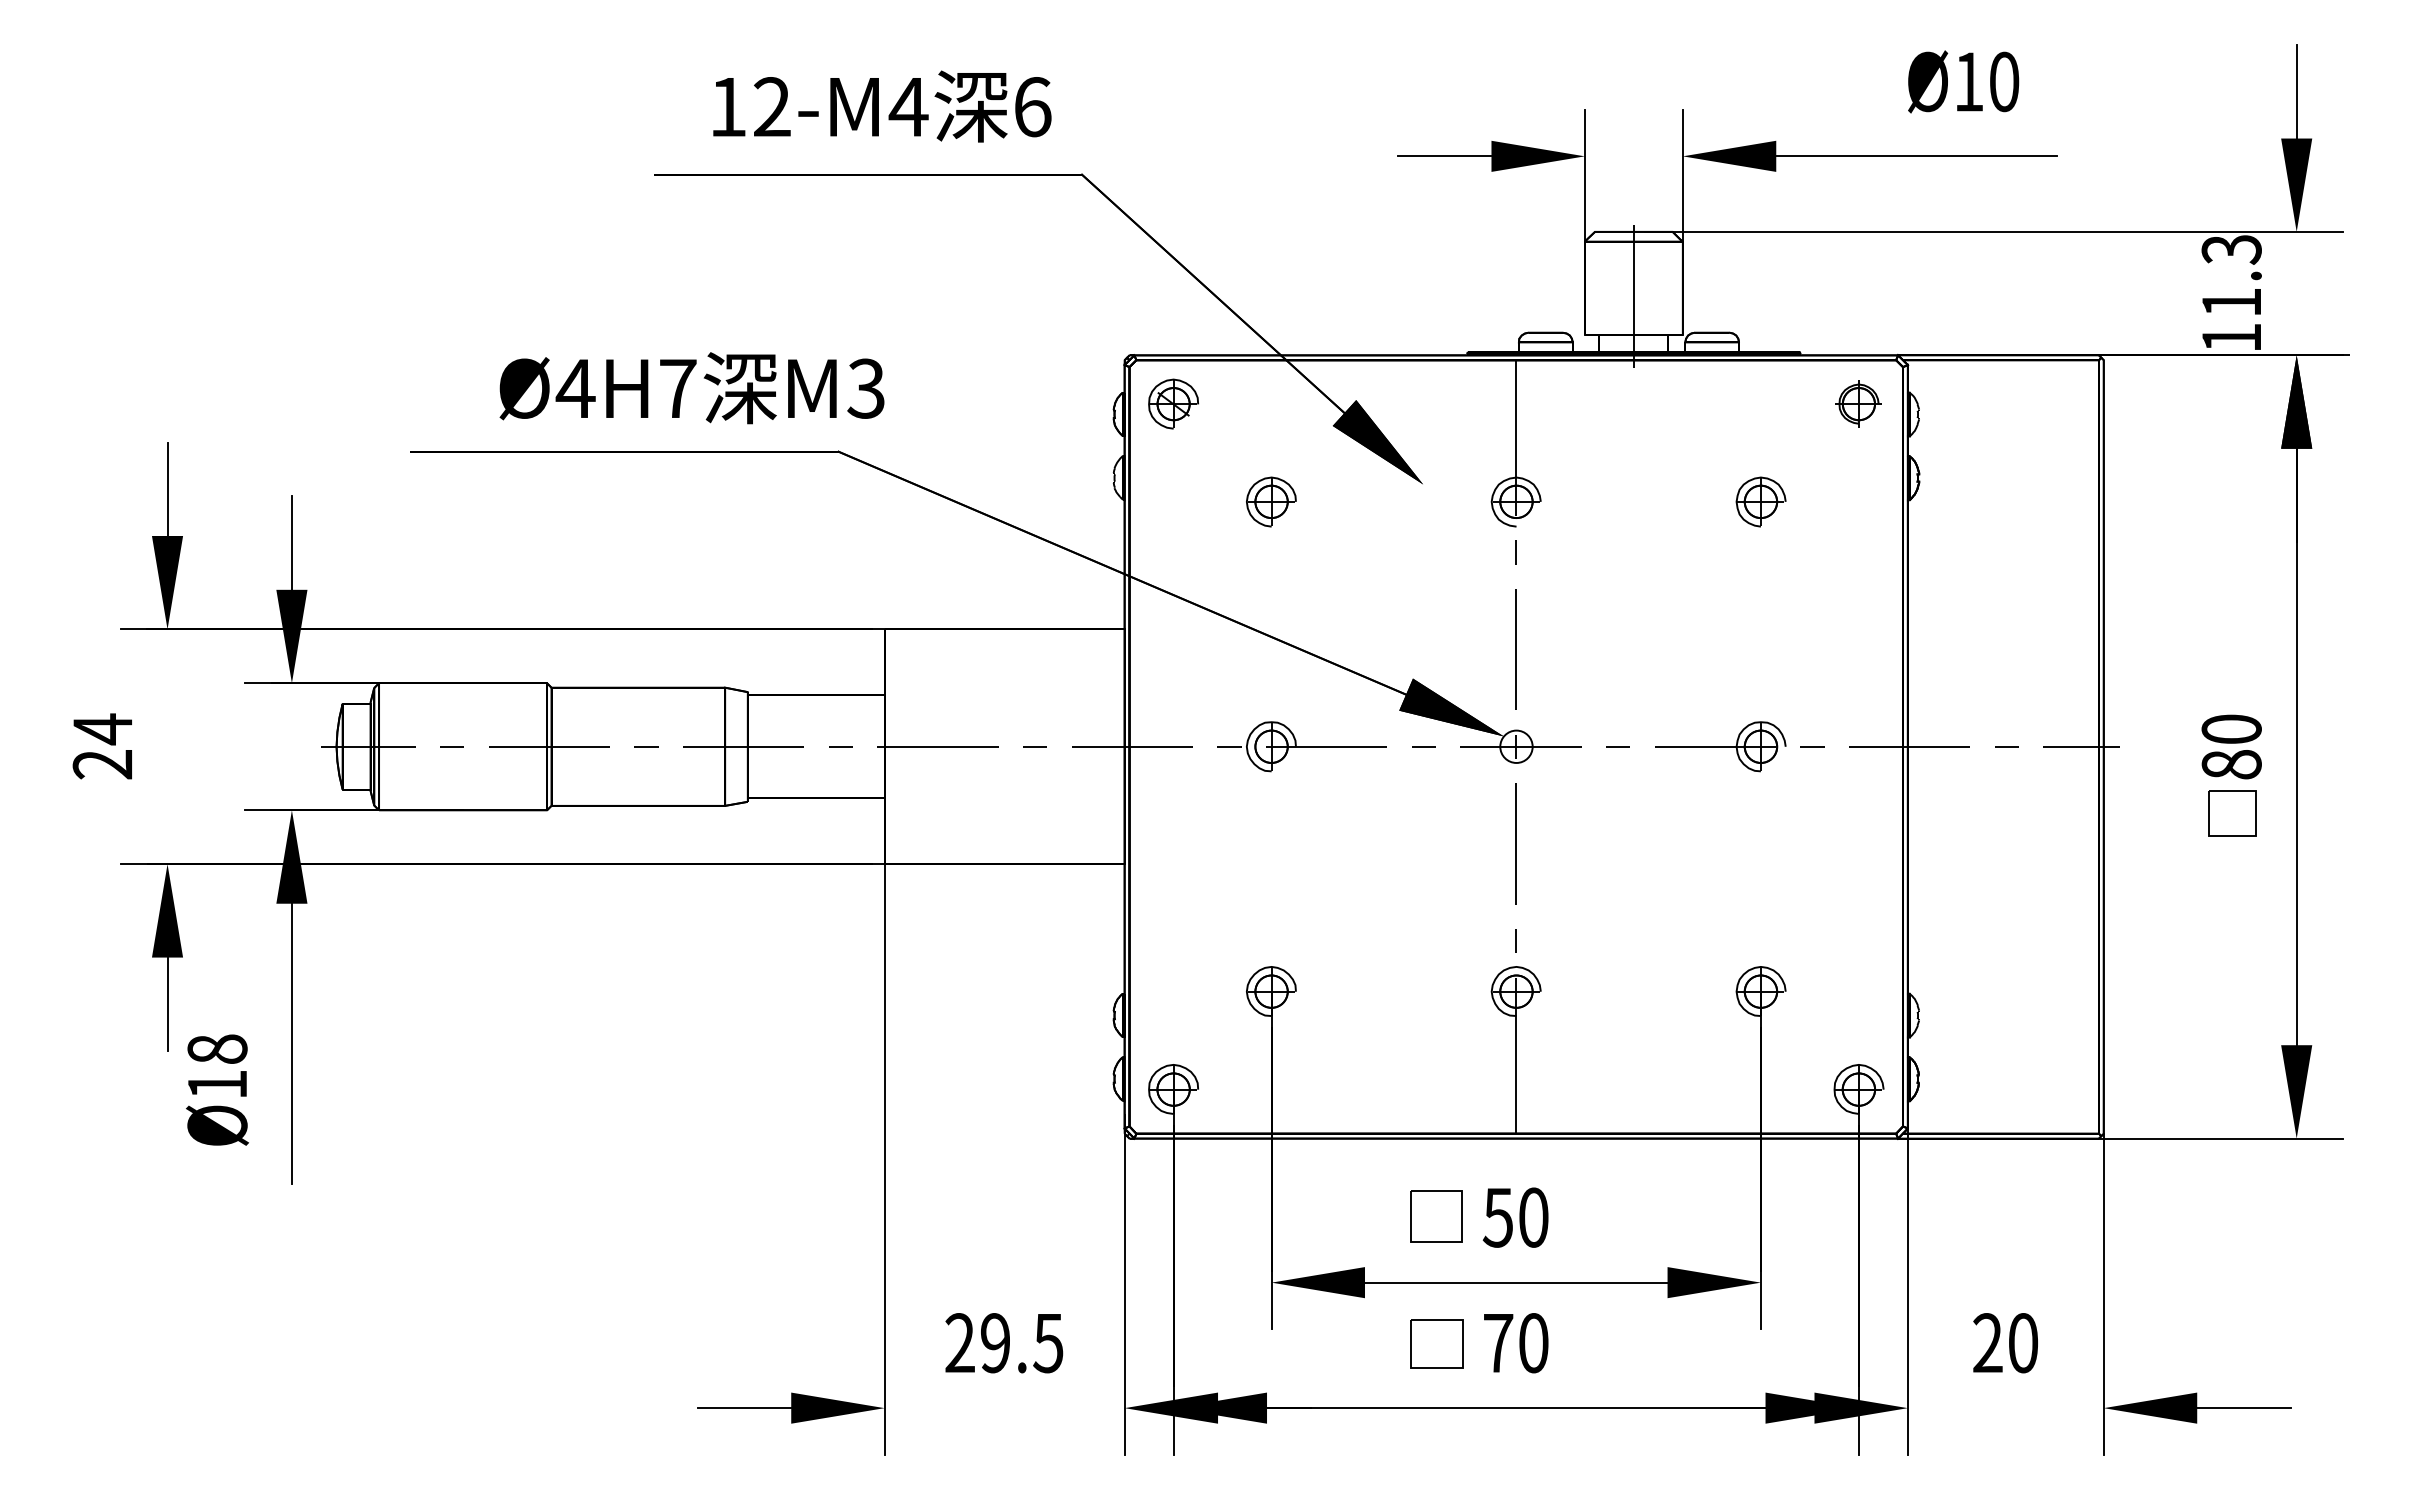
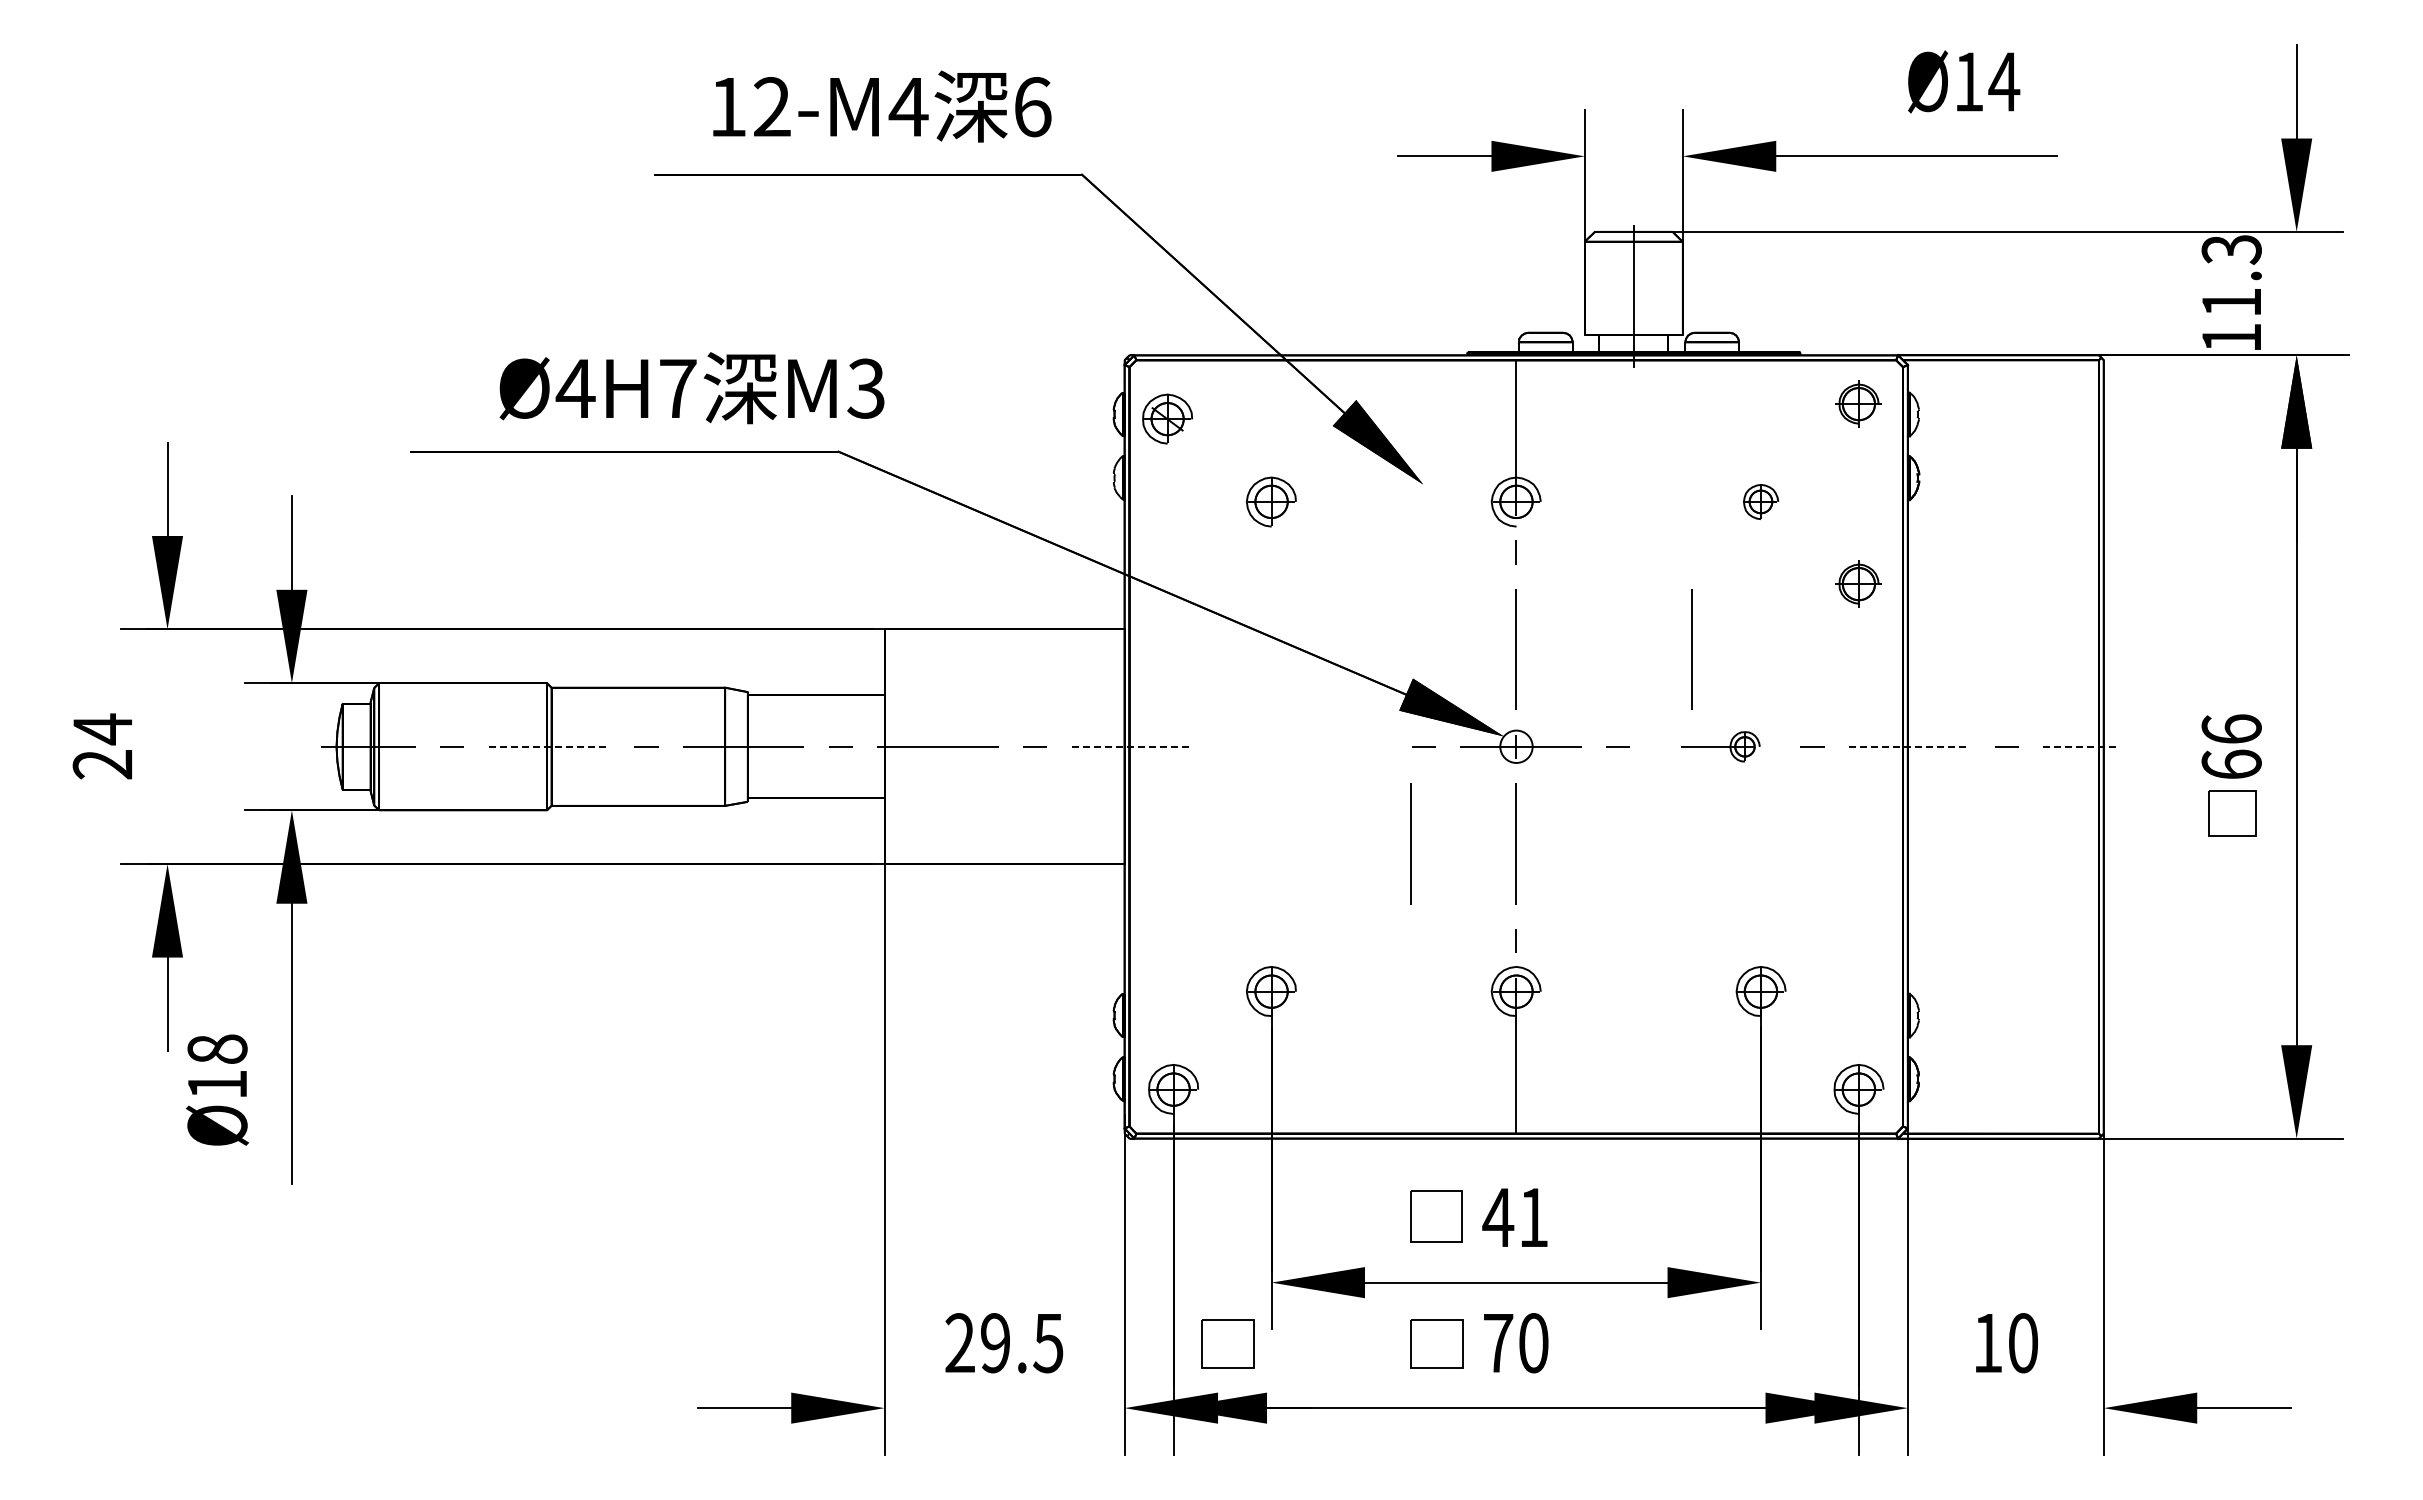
text at (2004, 81): Ø10 -> Ø14
part at (1173, 403) position: (1173, 403) -> (1167, 418)
part at (1760, 501) size: 52x52 px -> 37x37 px
part at (1858, 583): none -> present
line at (1691, 649): none -> present
line at (549, 746): solid -> dashed
line at (1132, 746): solid -> dashed
part at (1301, 746): present -> none
part at (1720, 746) size: 132x52 px -> 80x32 px
line at (1909, 746): solid -> dashed
line at (2081, 746): solid -> dashed
text at (2231, 746): 80 -> 66
line at (1410, 843): none -> present
text at (1515, 1217): 50 -> 41
text at (1987, 1342): 20 -> 10
part at (1227, 1343): none -> present
